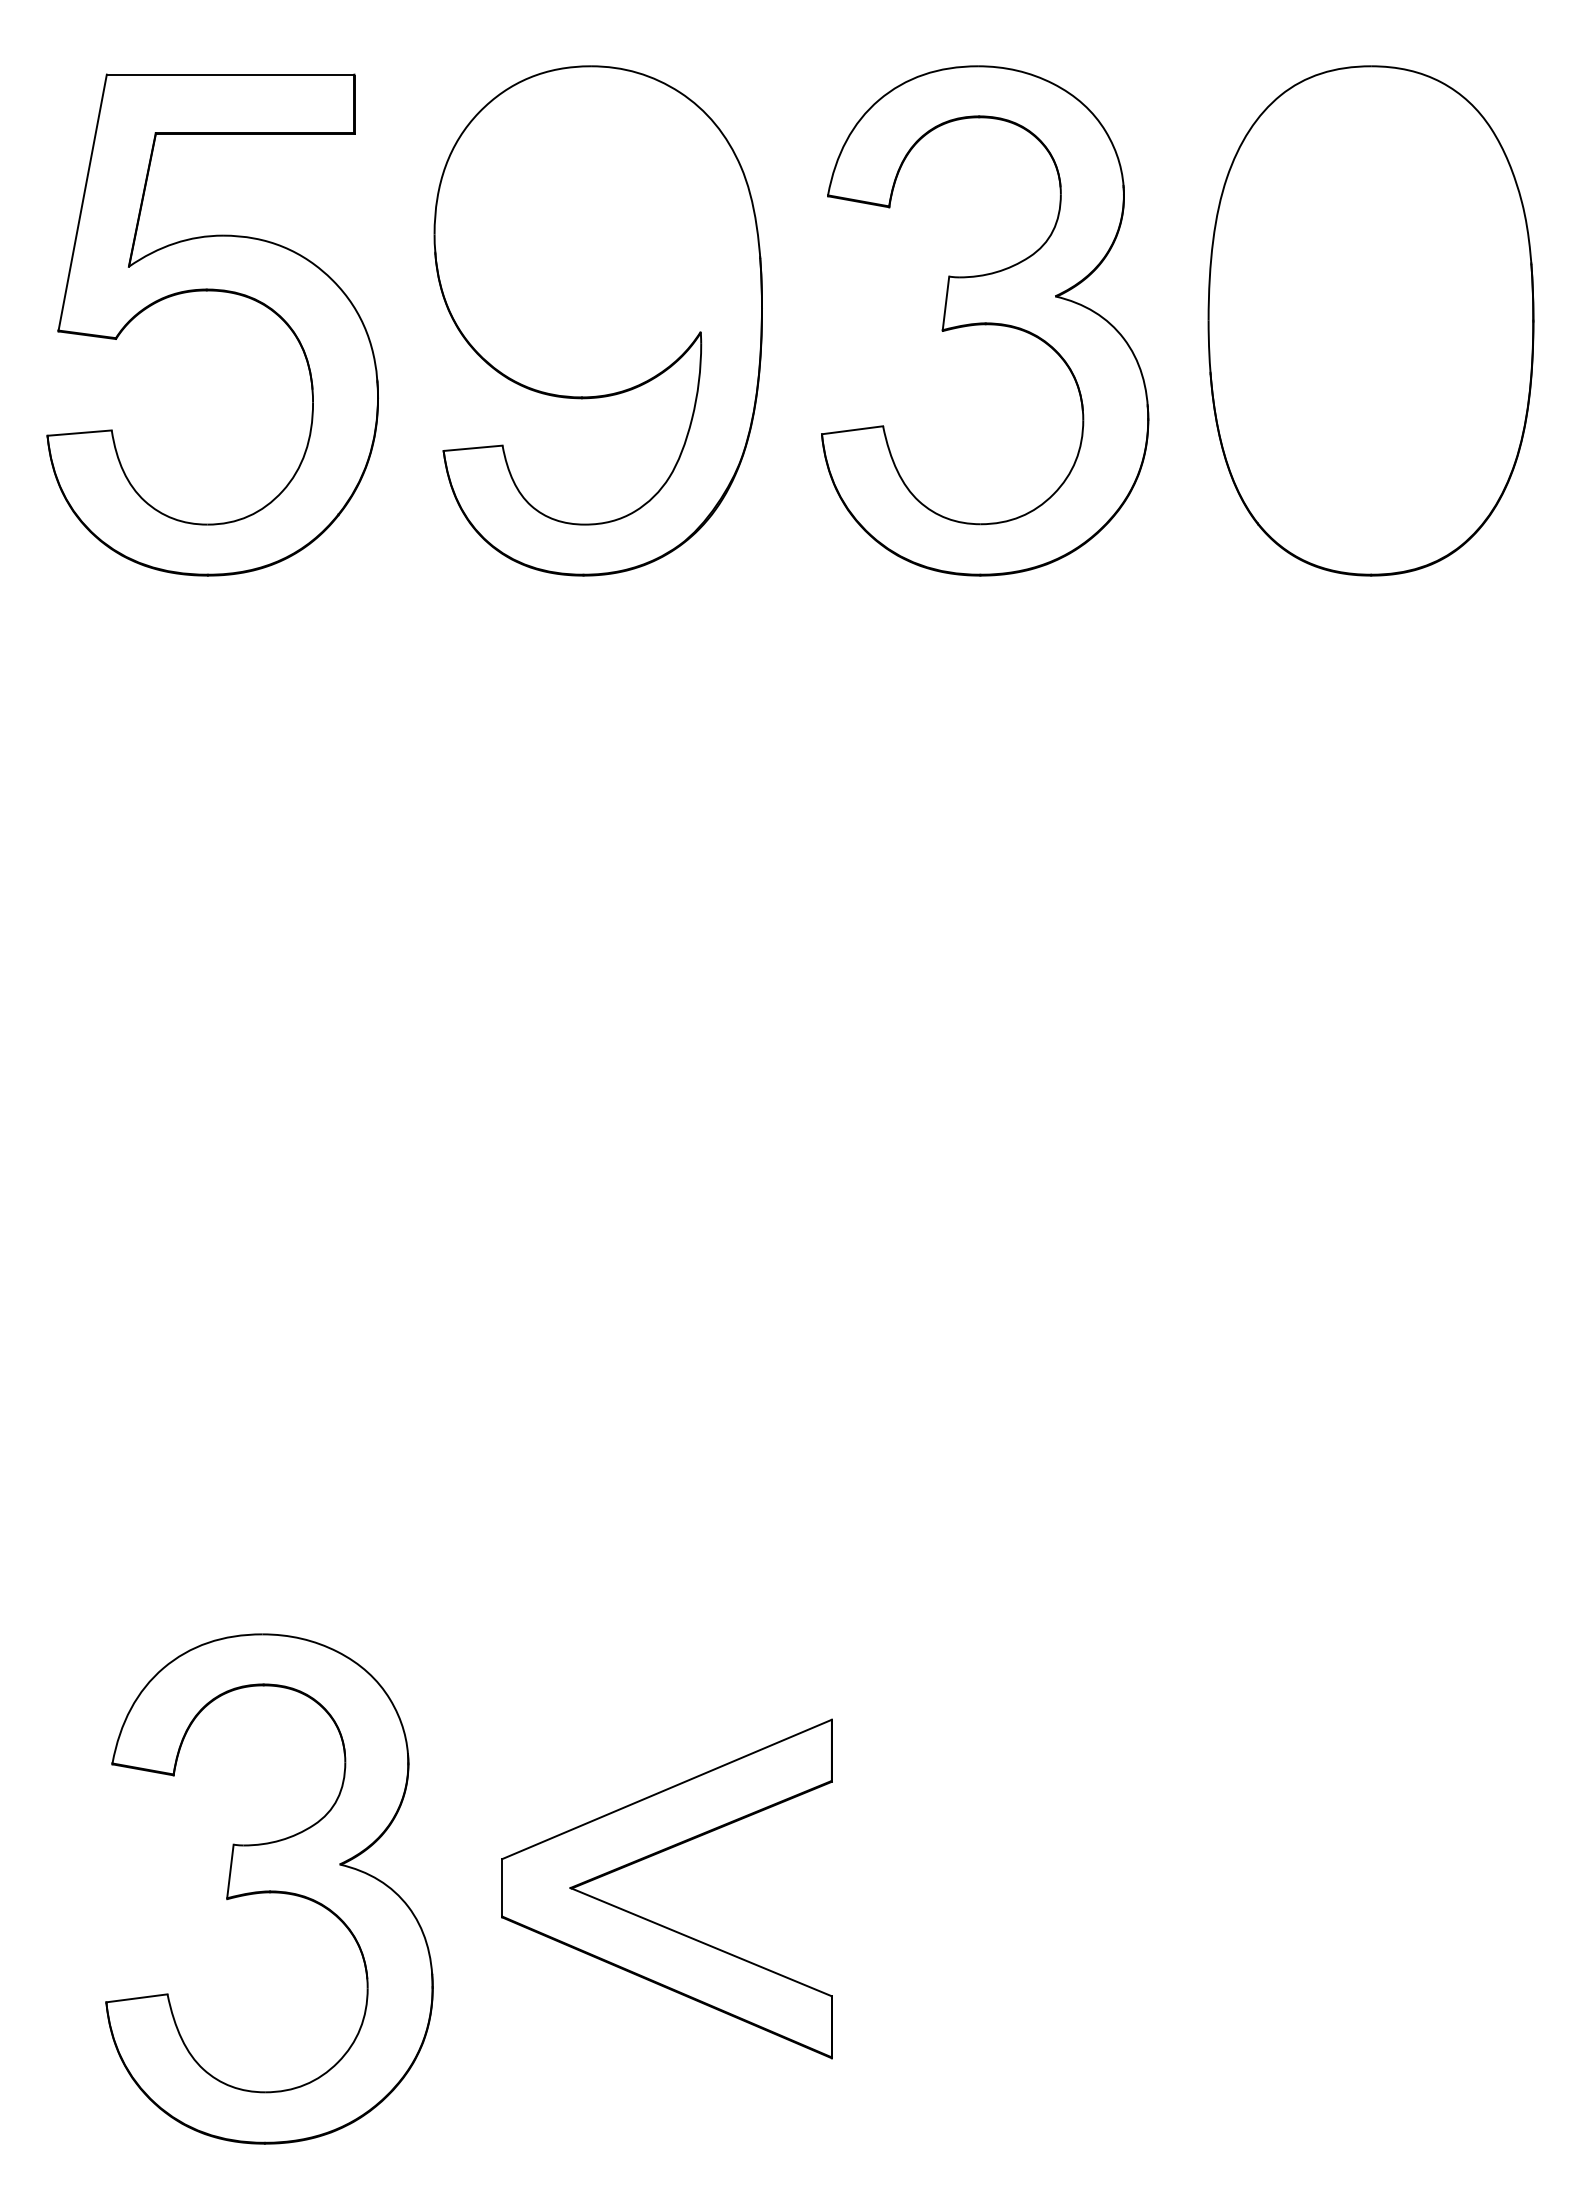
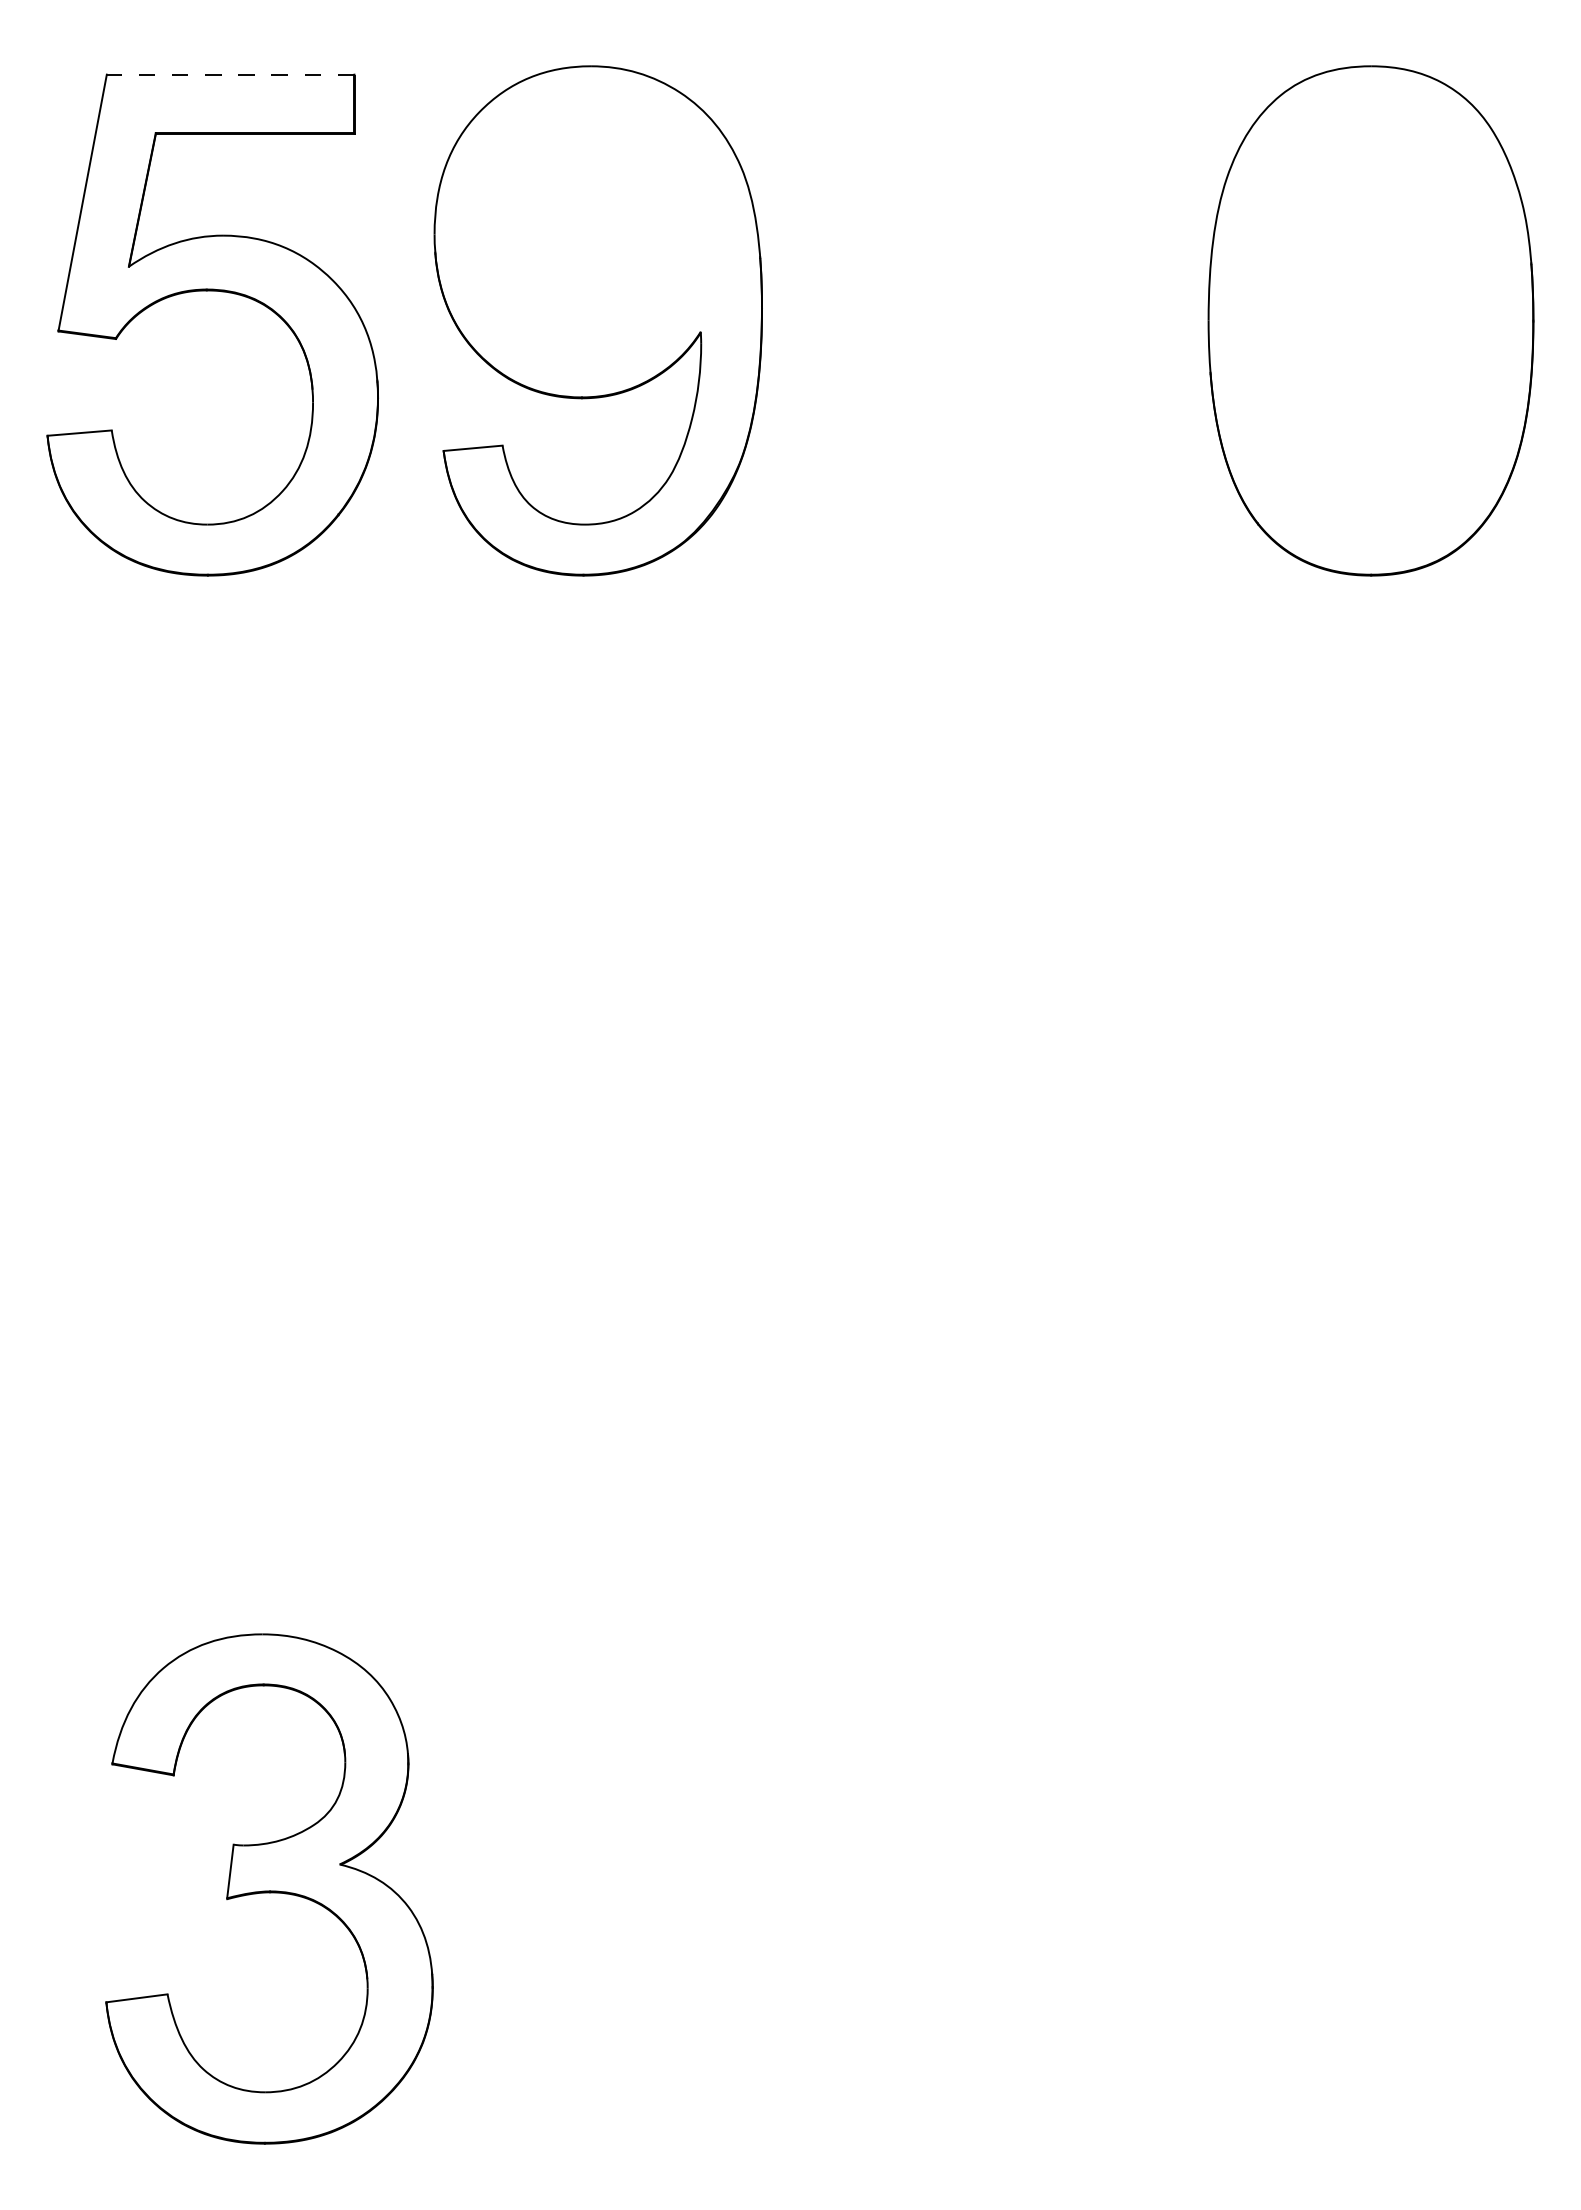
line at (230, 74): solid -> dashed
part at (985, 320): present -> none
part at (655, 1855): present -> none
